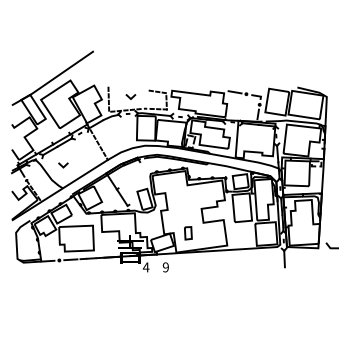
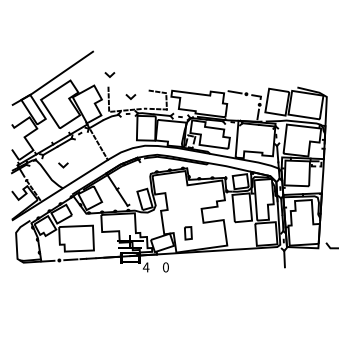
line at (108, 74): none -> present
text at (165, 267): 9 -> 0
